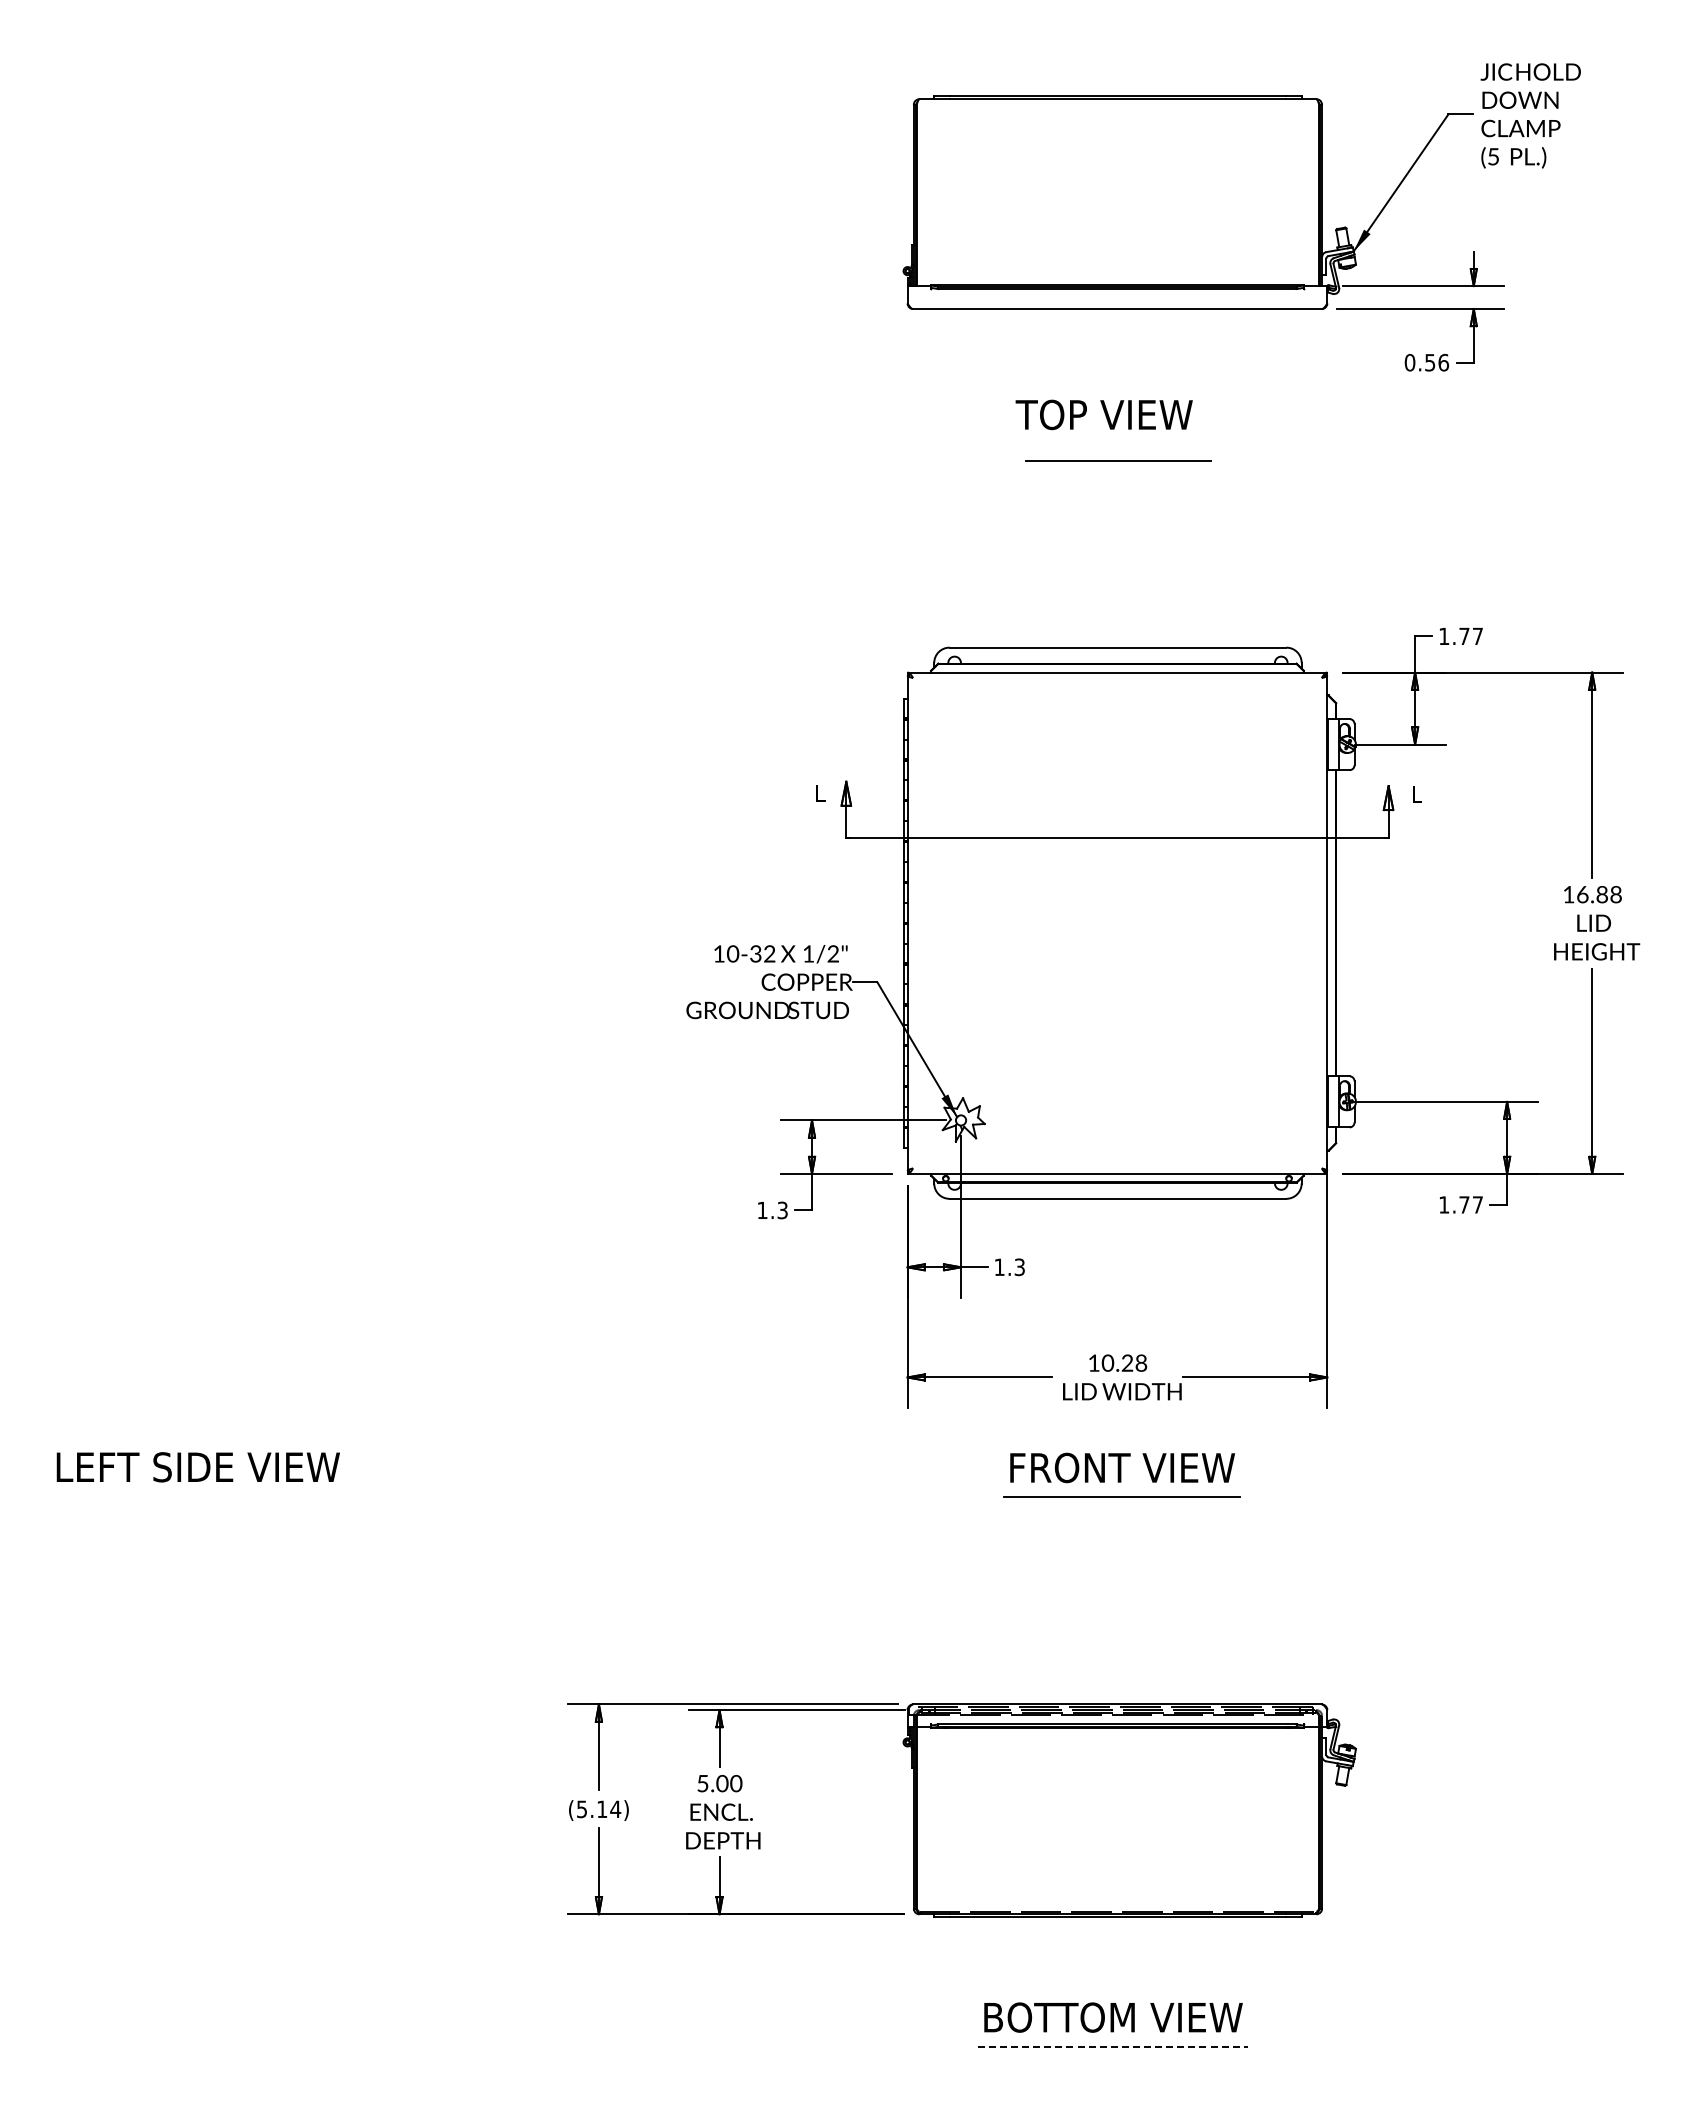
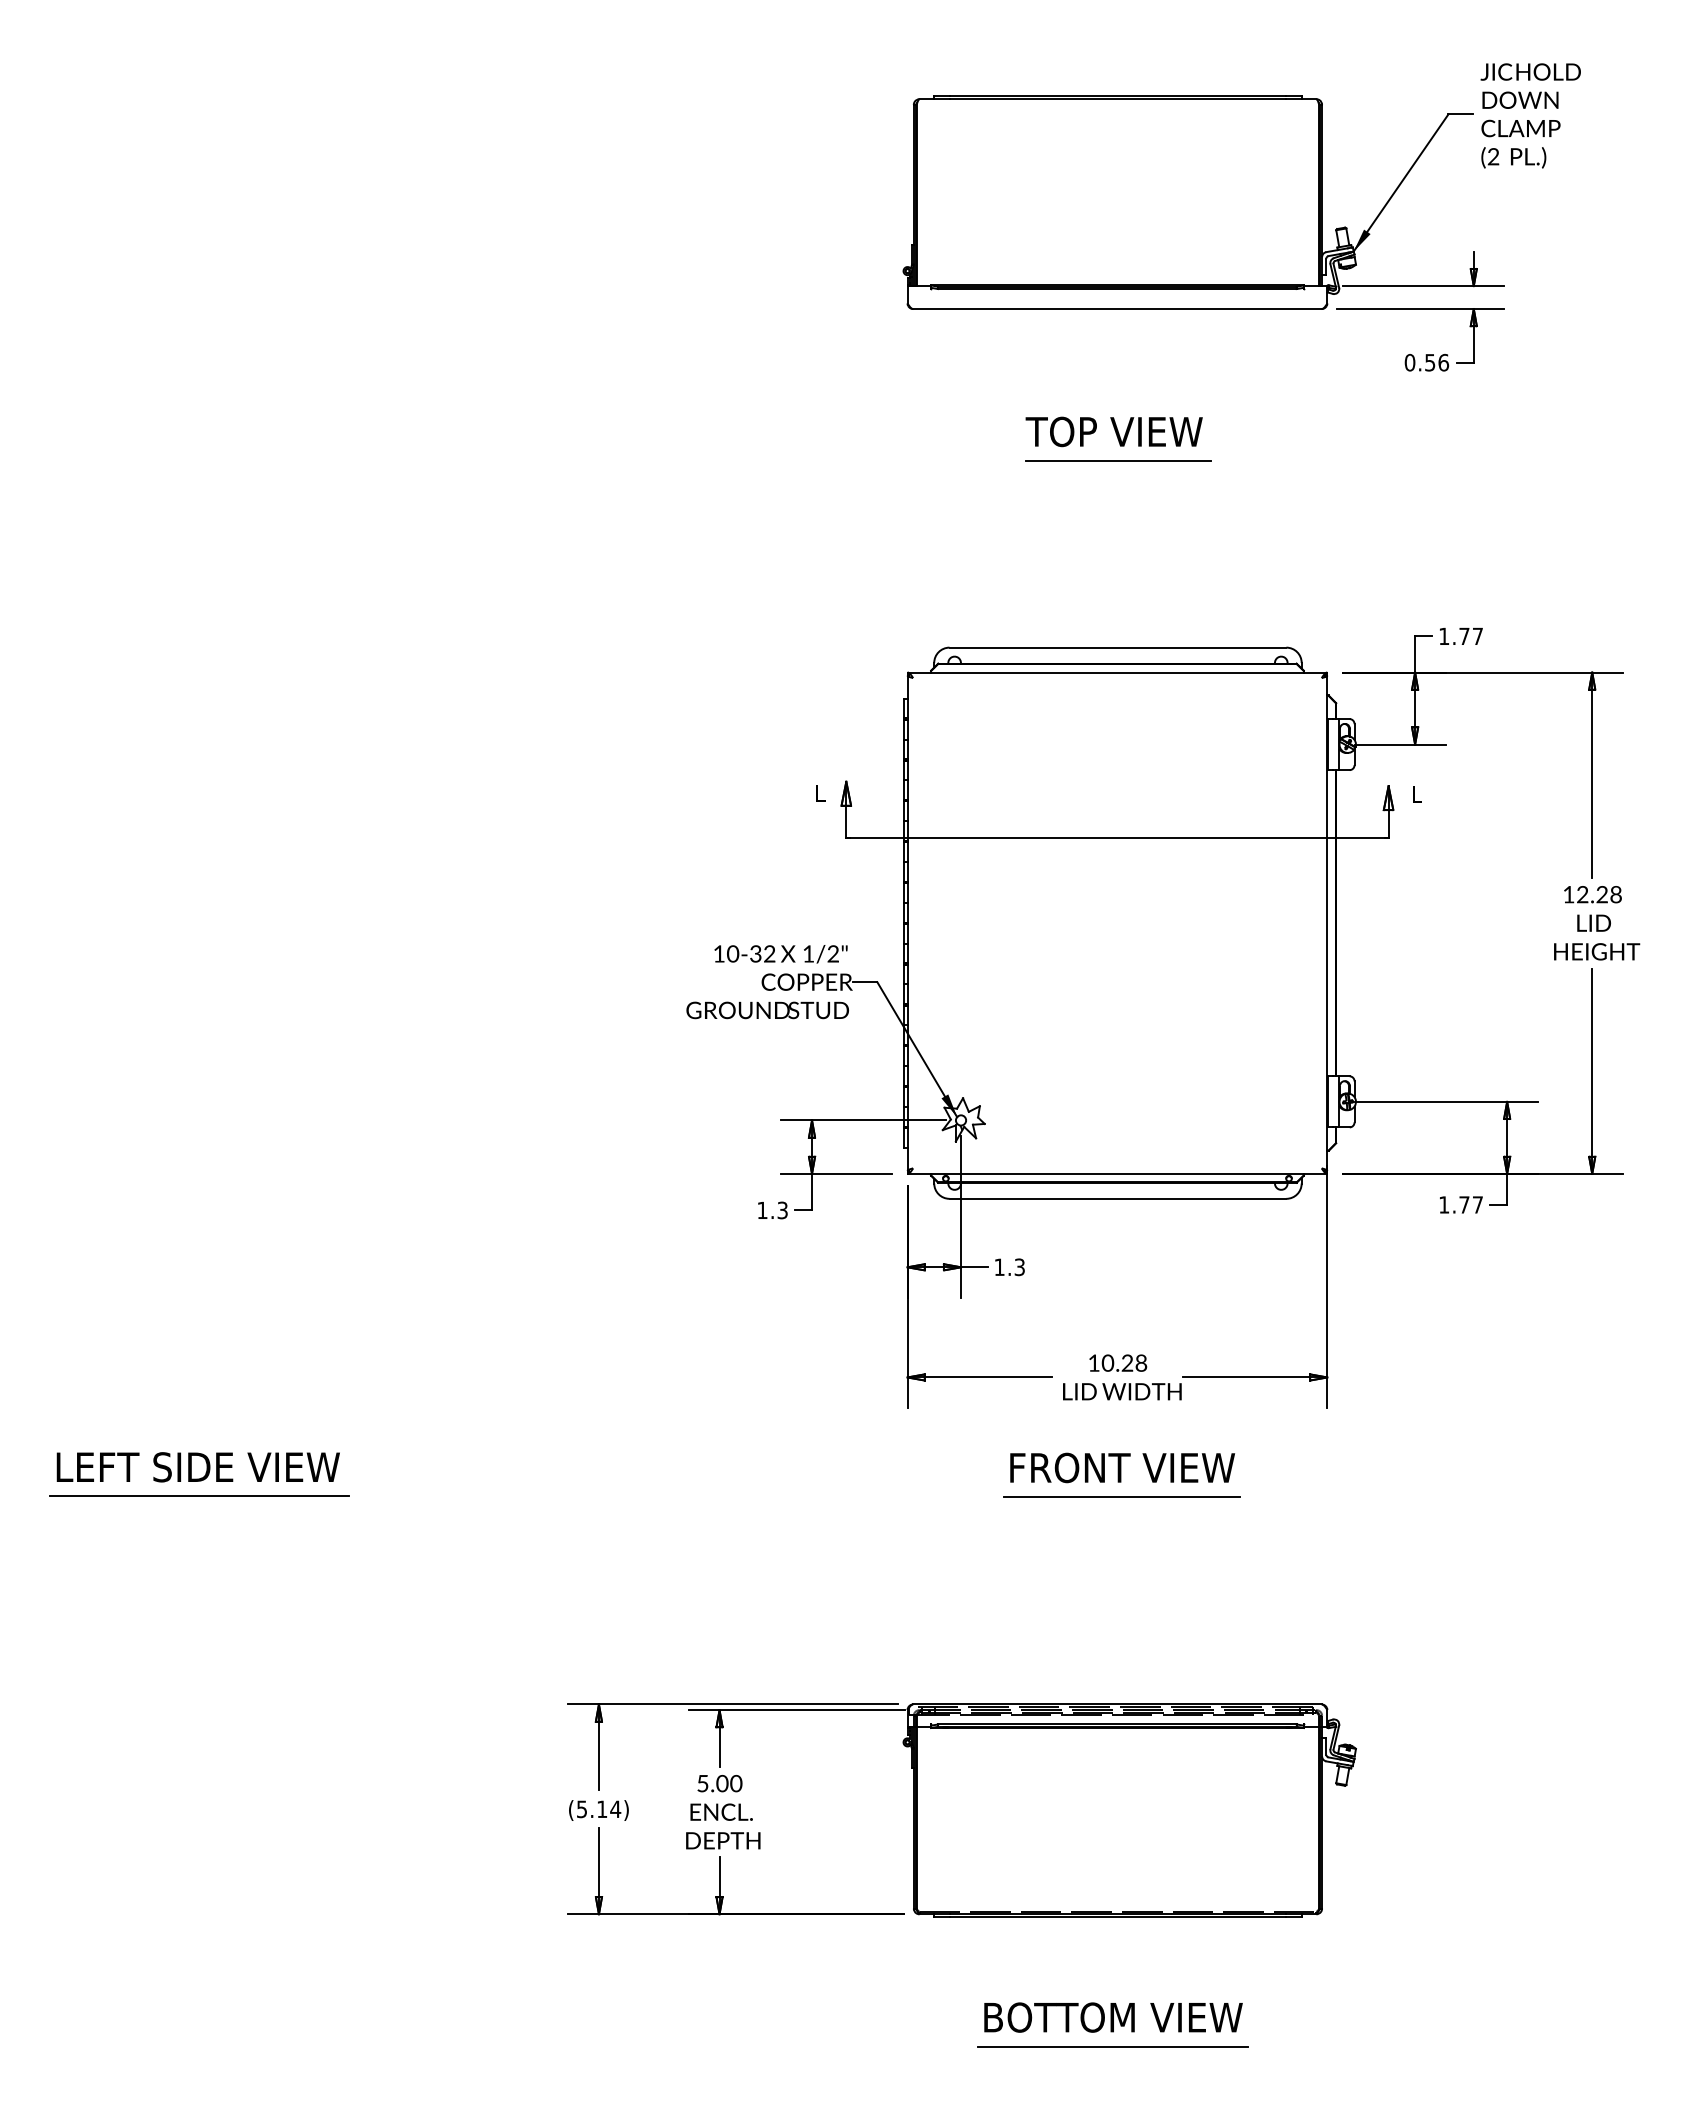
text at (1493, 156): (5 -> (2
text at (1103, 414) position: (1103, 414) -> (1113, 431)
text at (1592, 894): 16.88 -> 12.28
line at (199, 1496): none -> present
line at (1113, 2046): dashed -> solid
